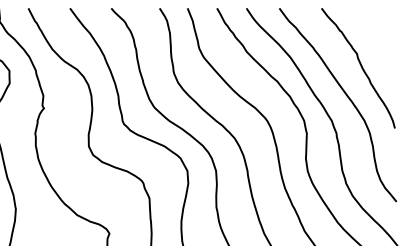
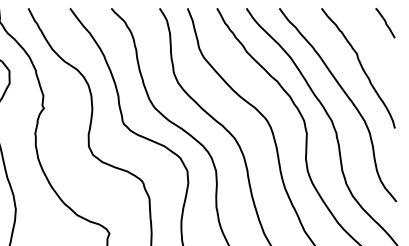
line at (385, 23): none -> present
